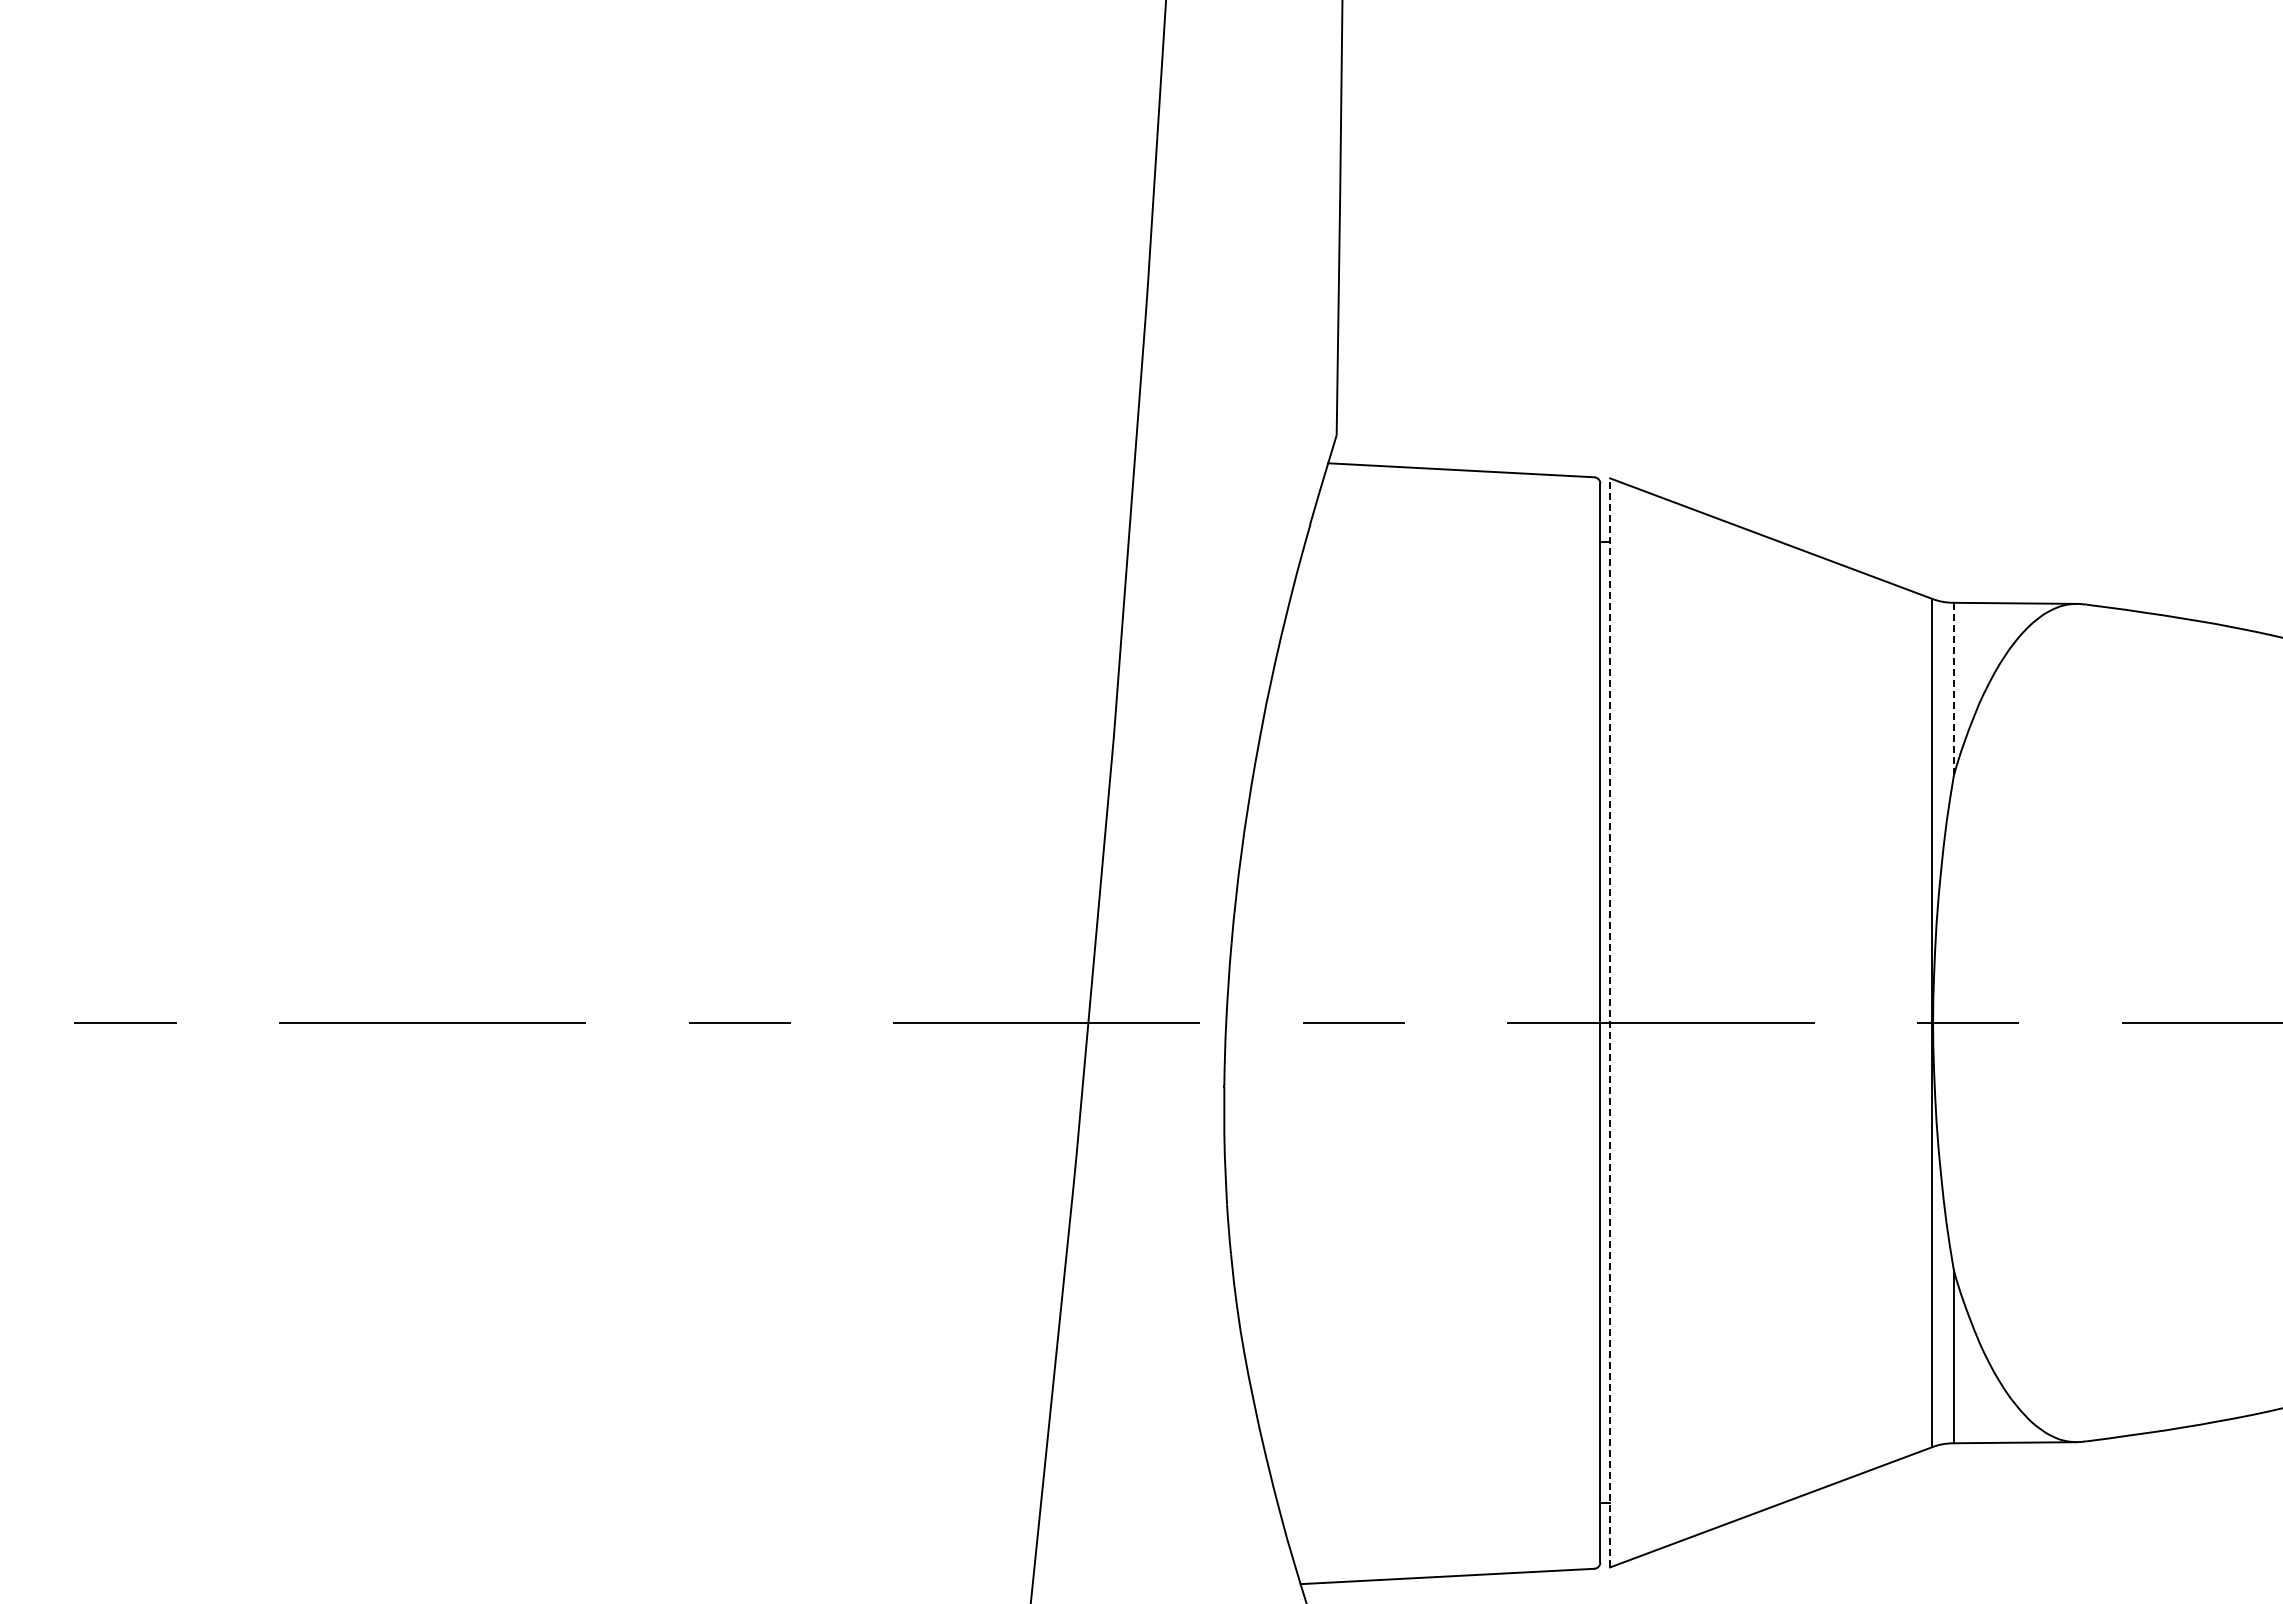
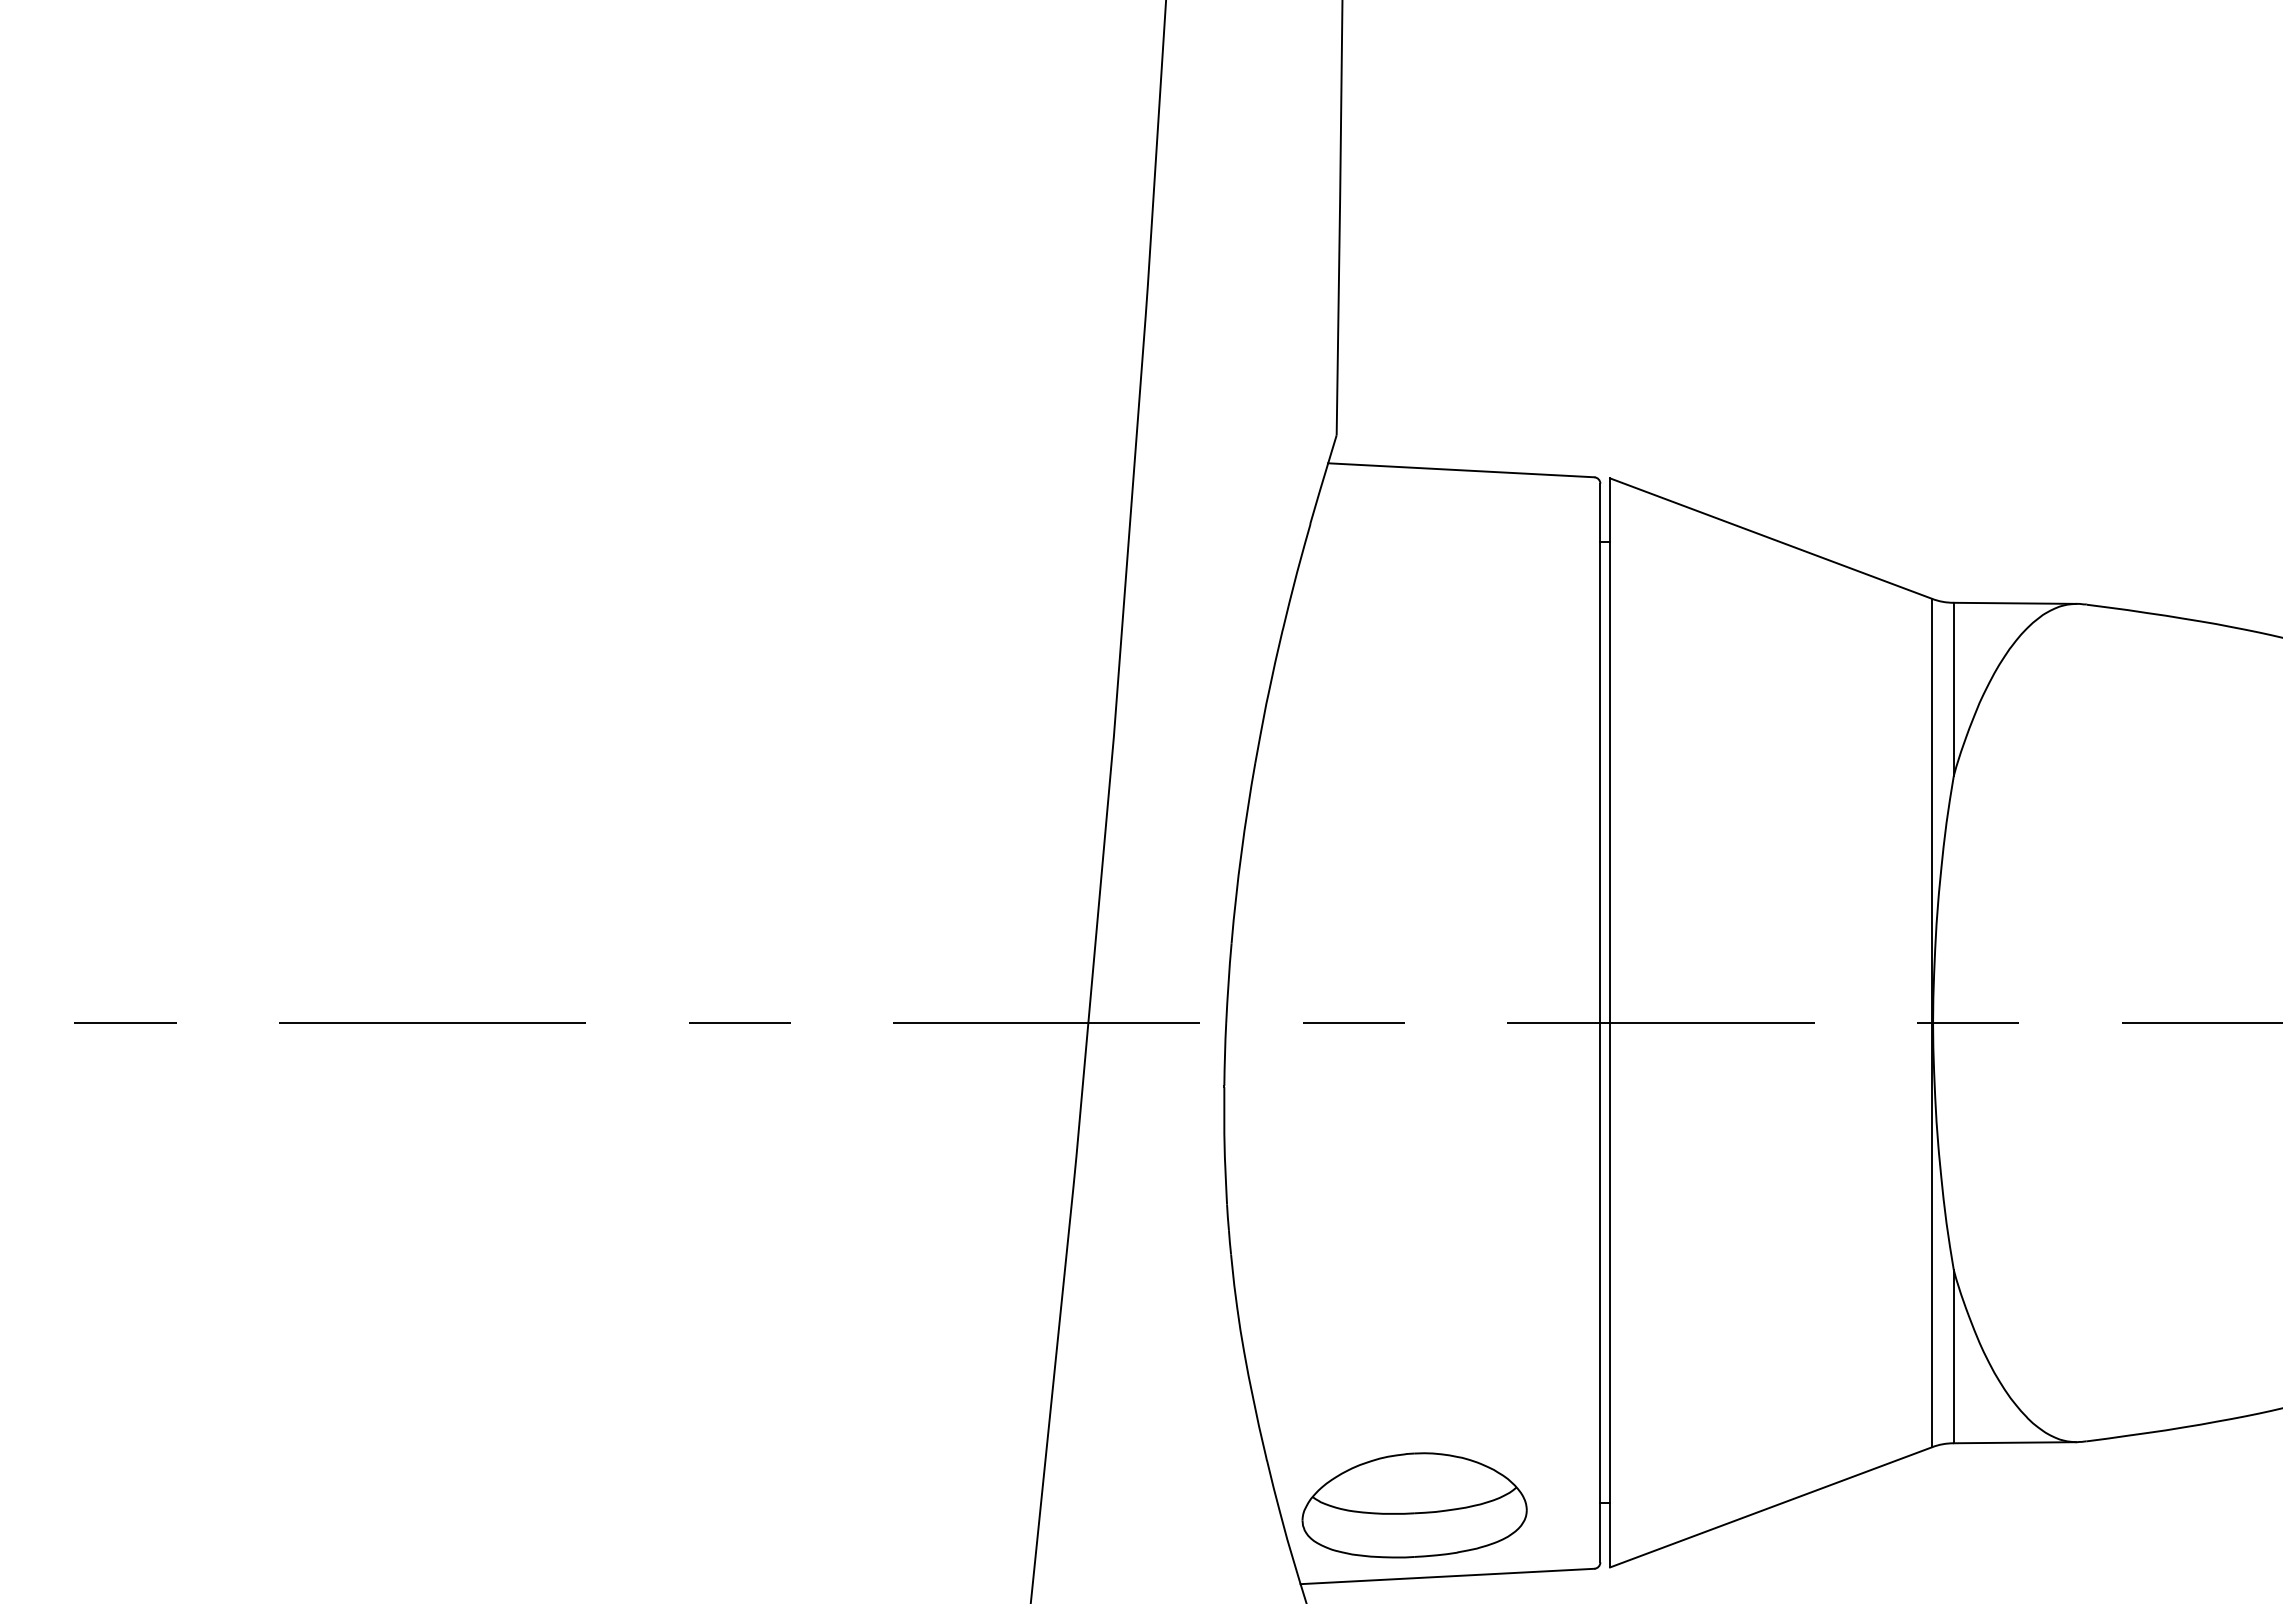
line at (1953, 689): dashed -> solid
line at (1610, 1022): dashed -> solid
part at (1414, 1505): none -> present
